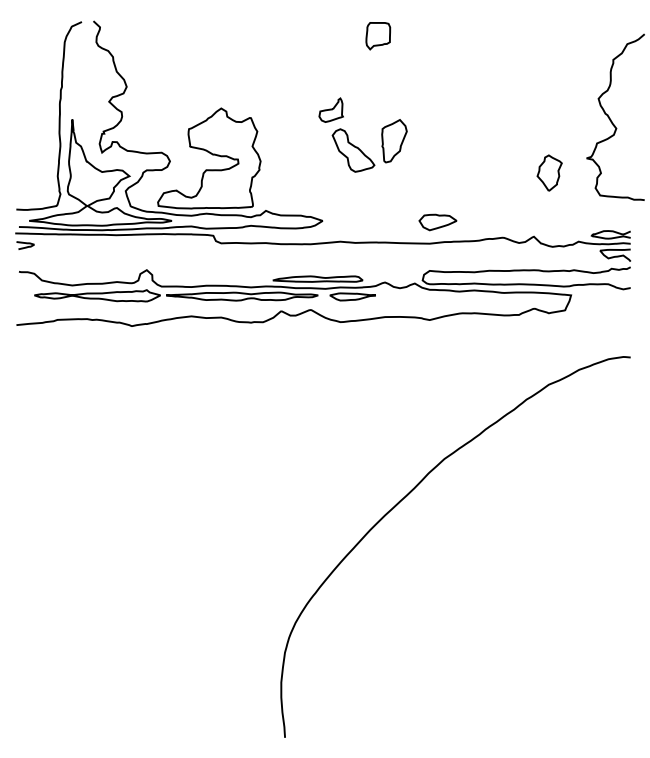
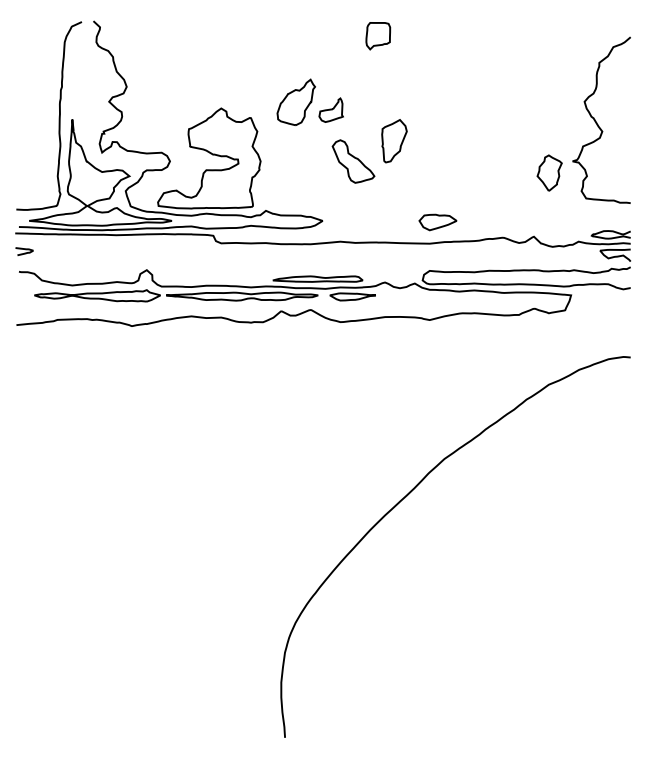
part at (295, 101): none -> present
curve at (611, 119) position: (611, 119) -> (597, 122)
part at (353, 150) position: (353, 150) -> (353, 161)
curve at (25, 246) position: (25, 246) -> (24, 252)
